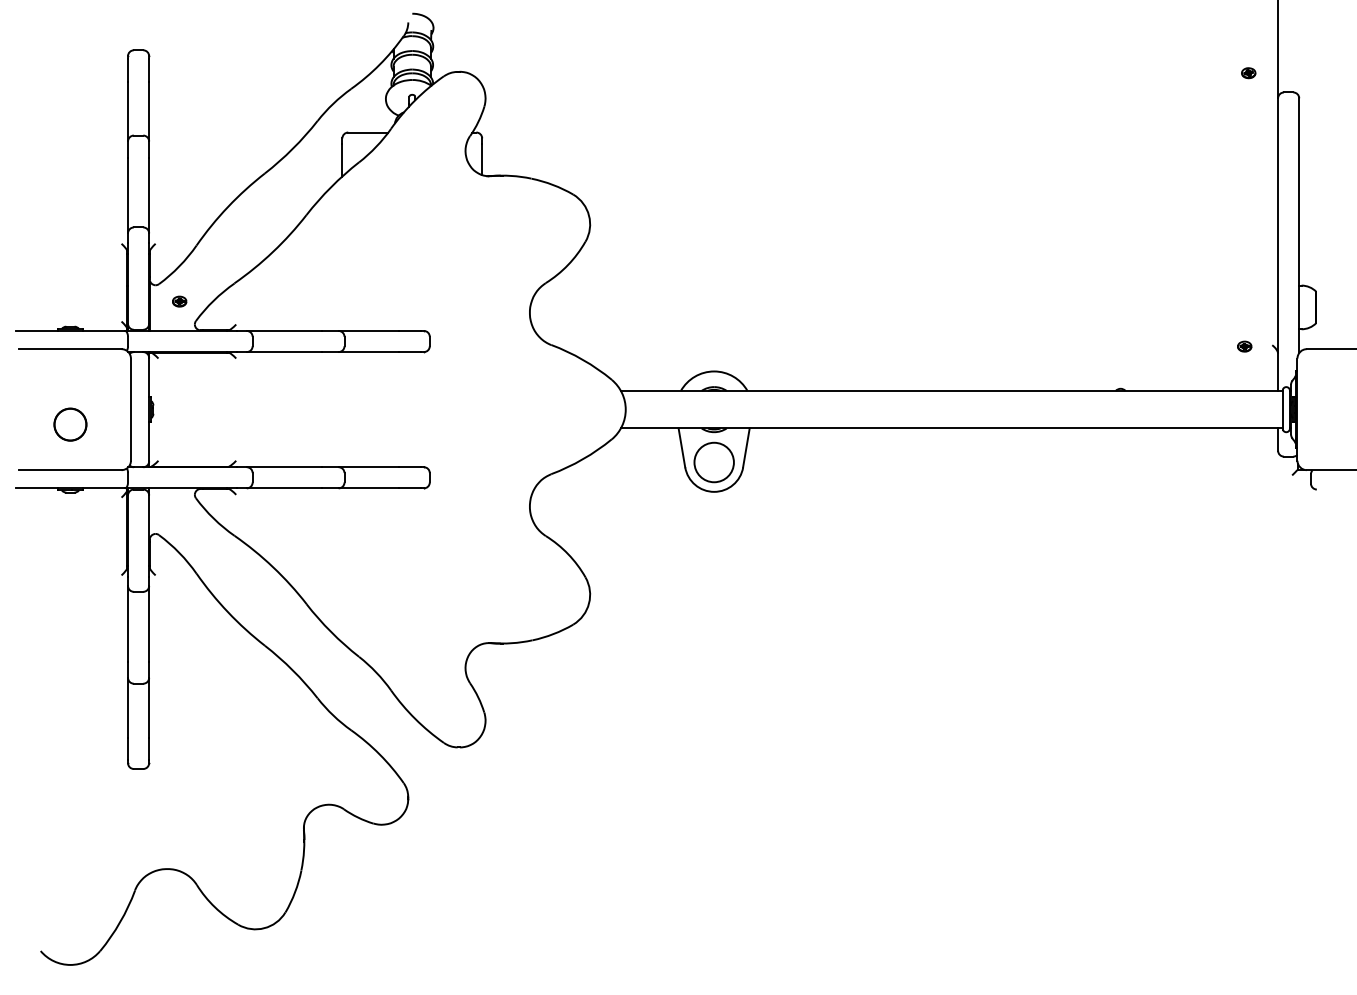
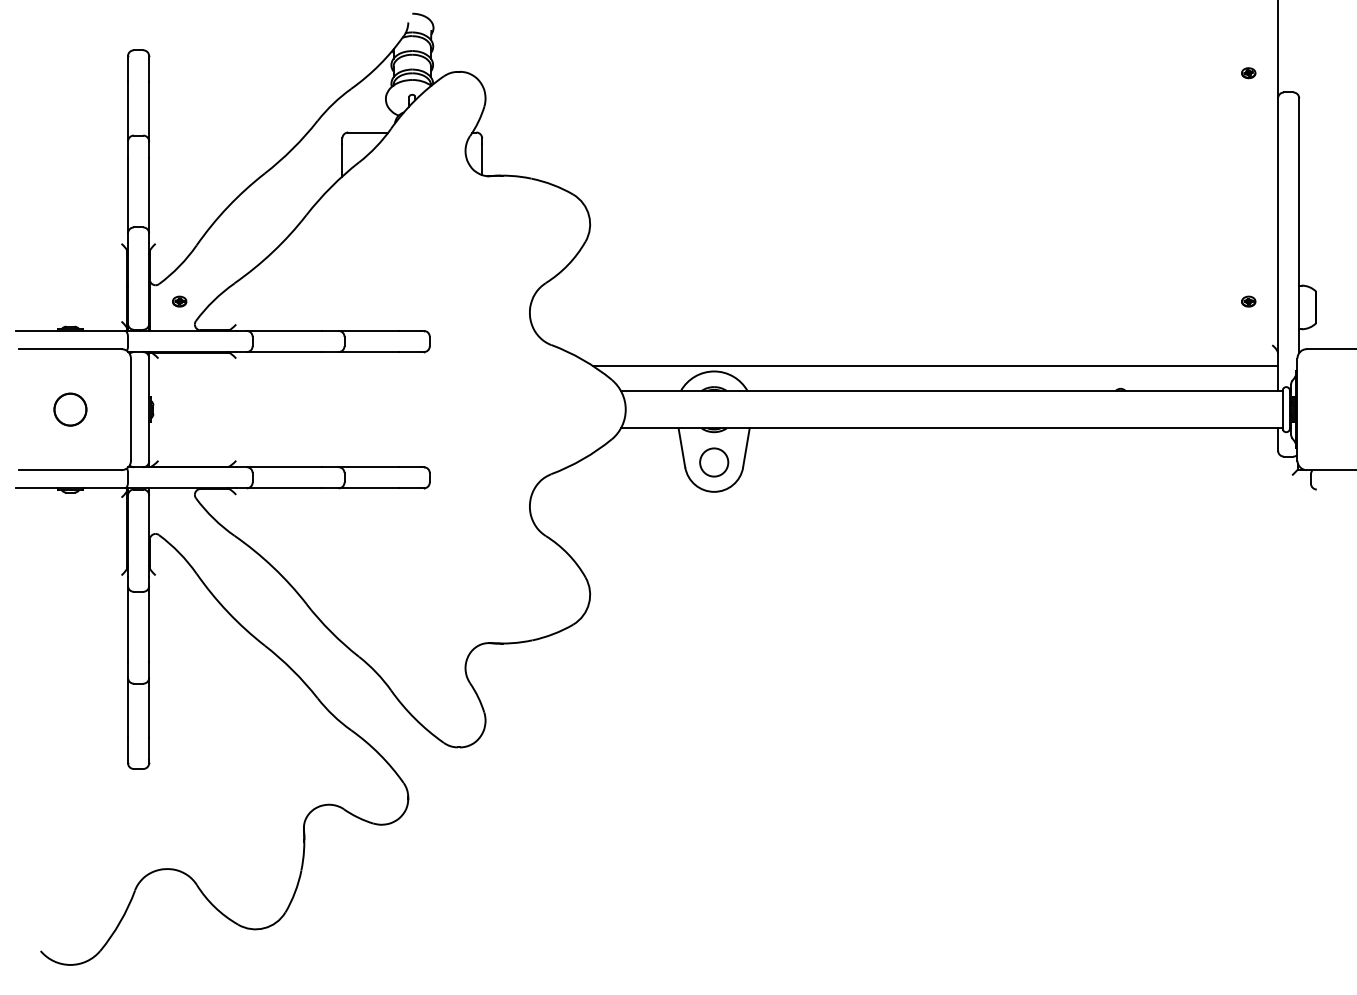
part at (1244, 346) position: (1244, 346) -> (1248, 301)
line at (935, 366): none -> present
circle at (70, 424) position: (70, 424) -> (70, 409)
circle at (713, 462) diameter: 39 px -> 28 px
